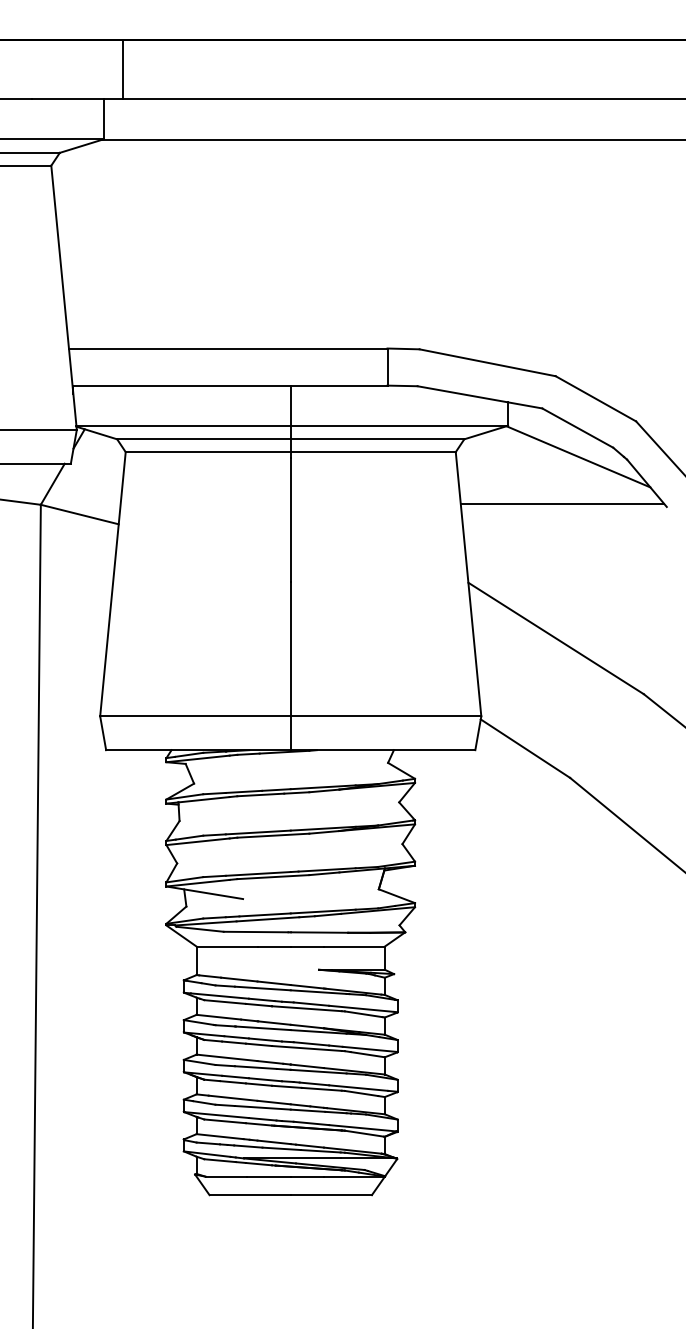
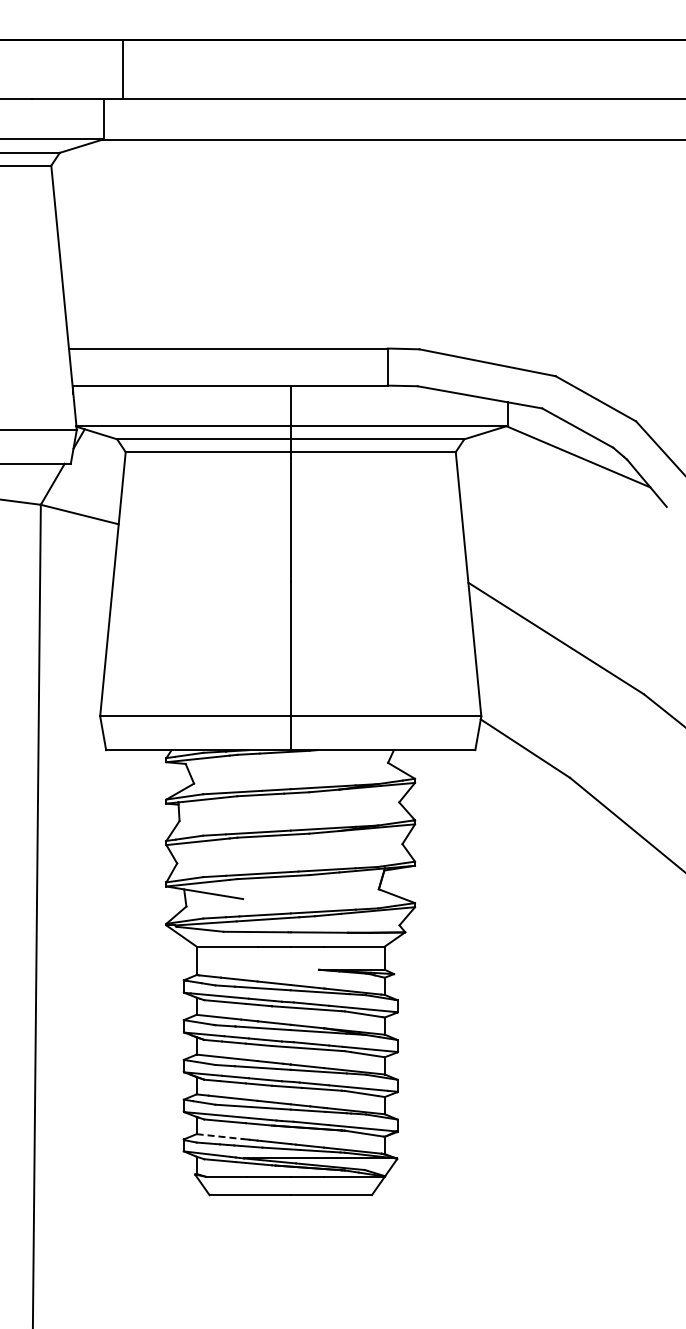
line at (561, 503): present -> none
line at (220, 1136): solid -> dashed
